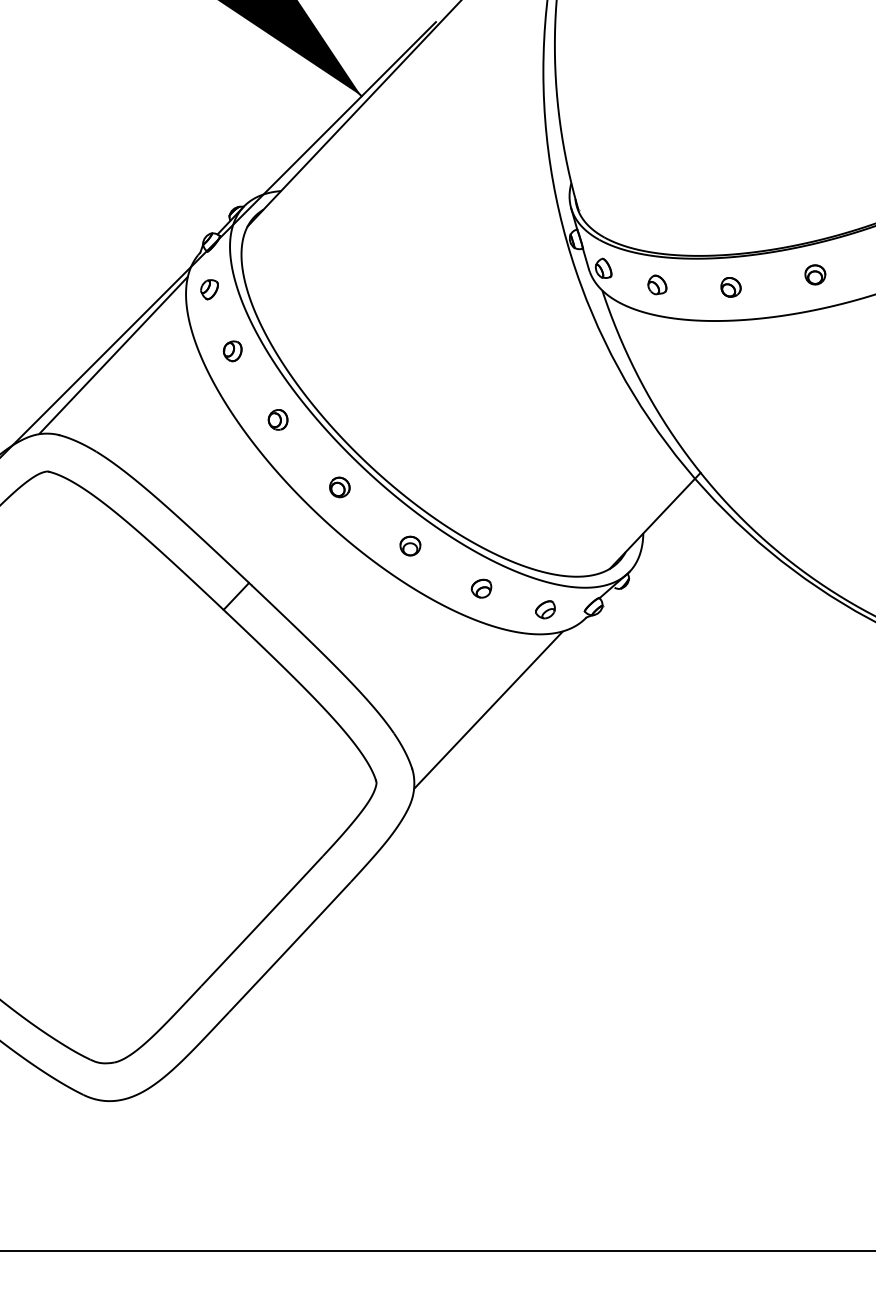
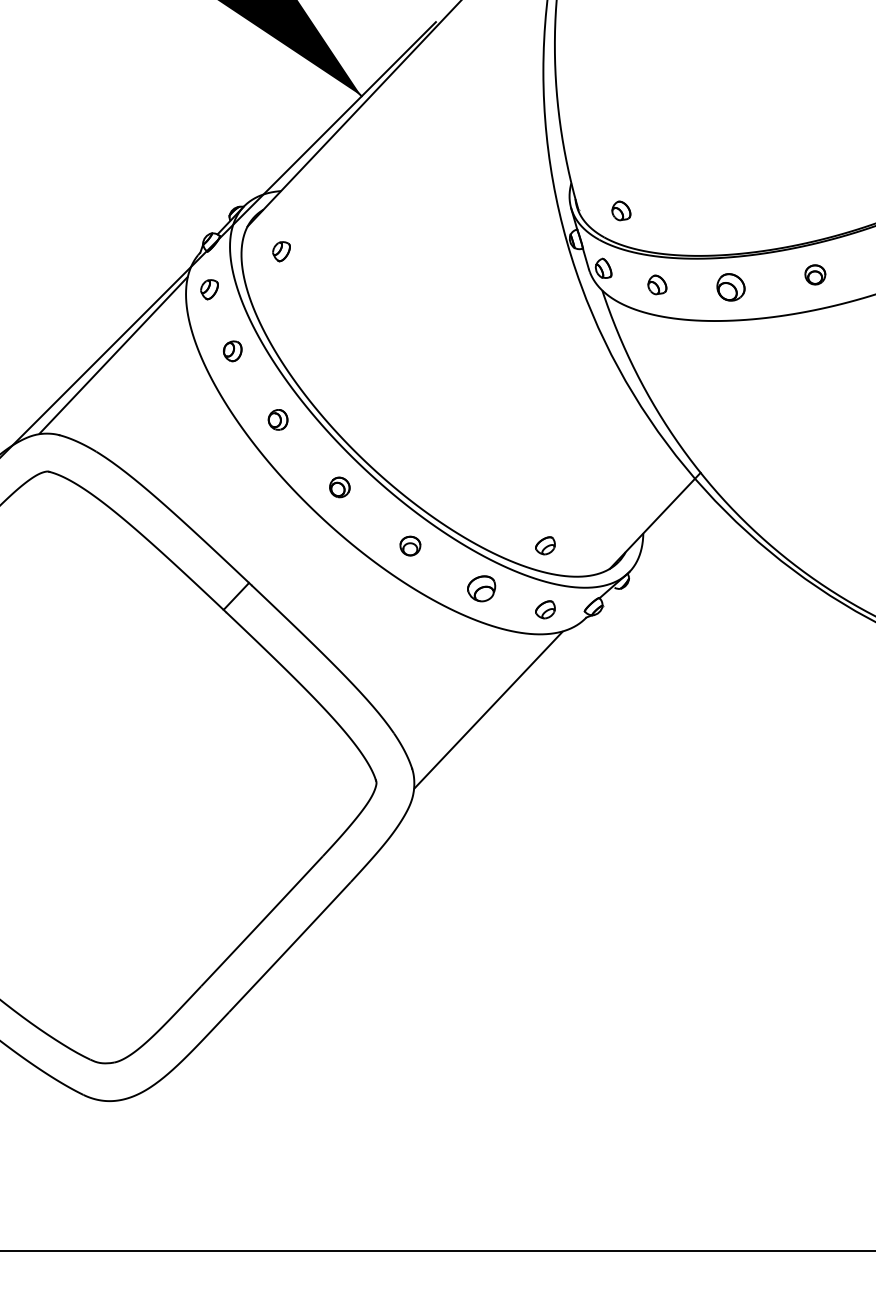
part at (621, 210): none -> present
part at (281, 251): none -> present
part at (730, 287) size: 22x21 px -> 30x29 px
part at (545, 545): none -> present
part at (481, 588) size: 23x21 px -> 30x28 px
